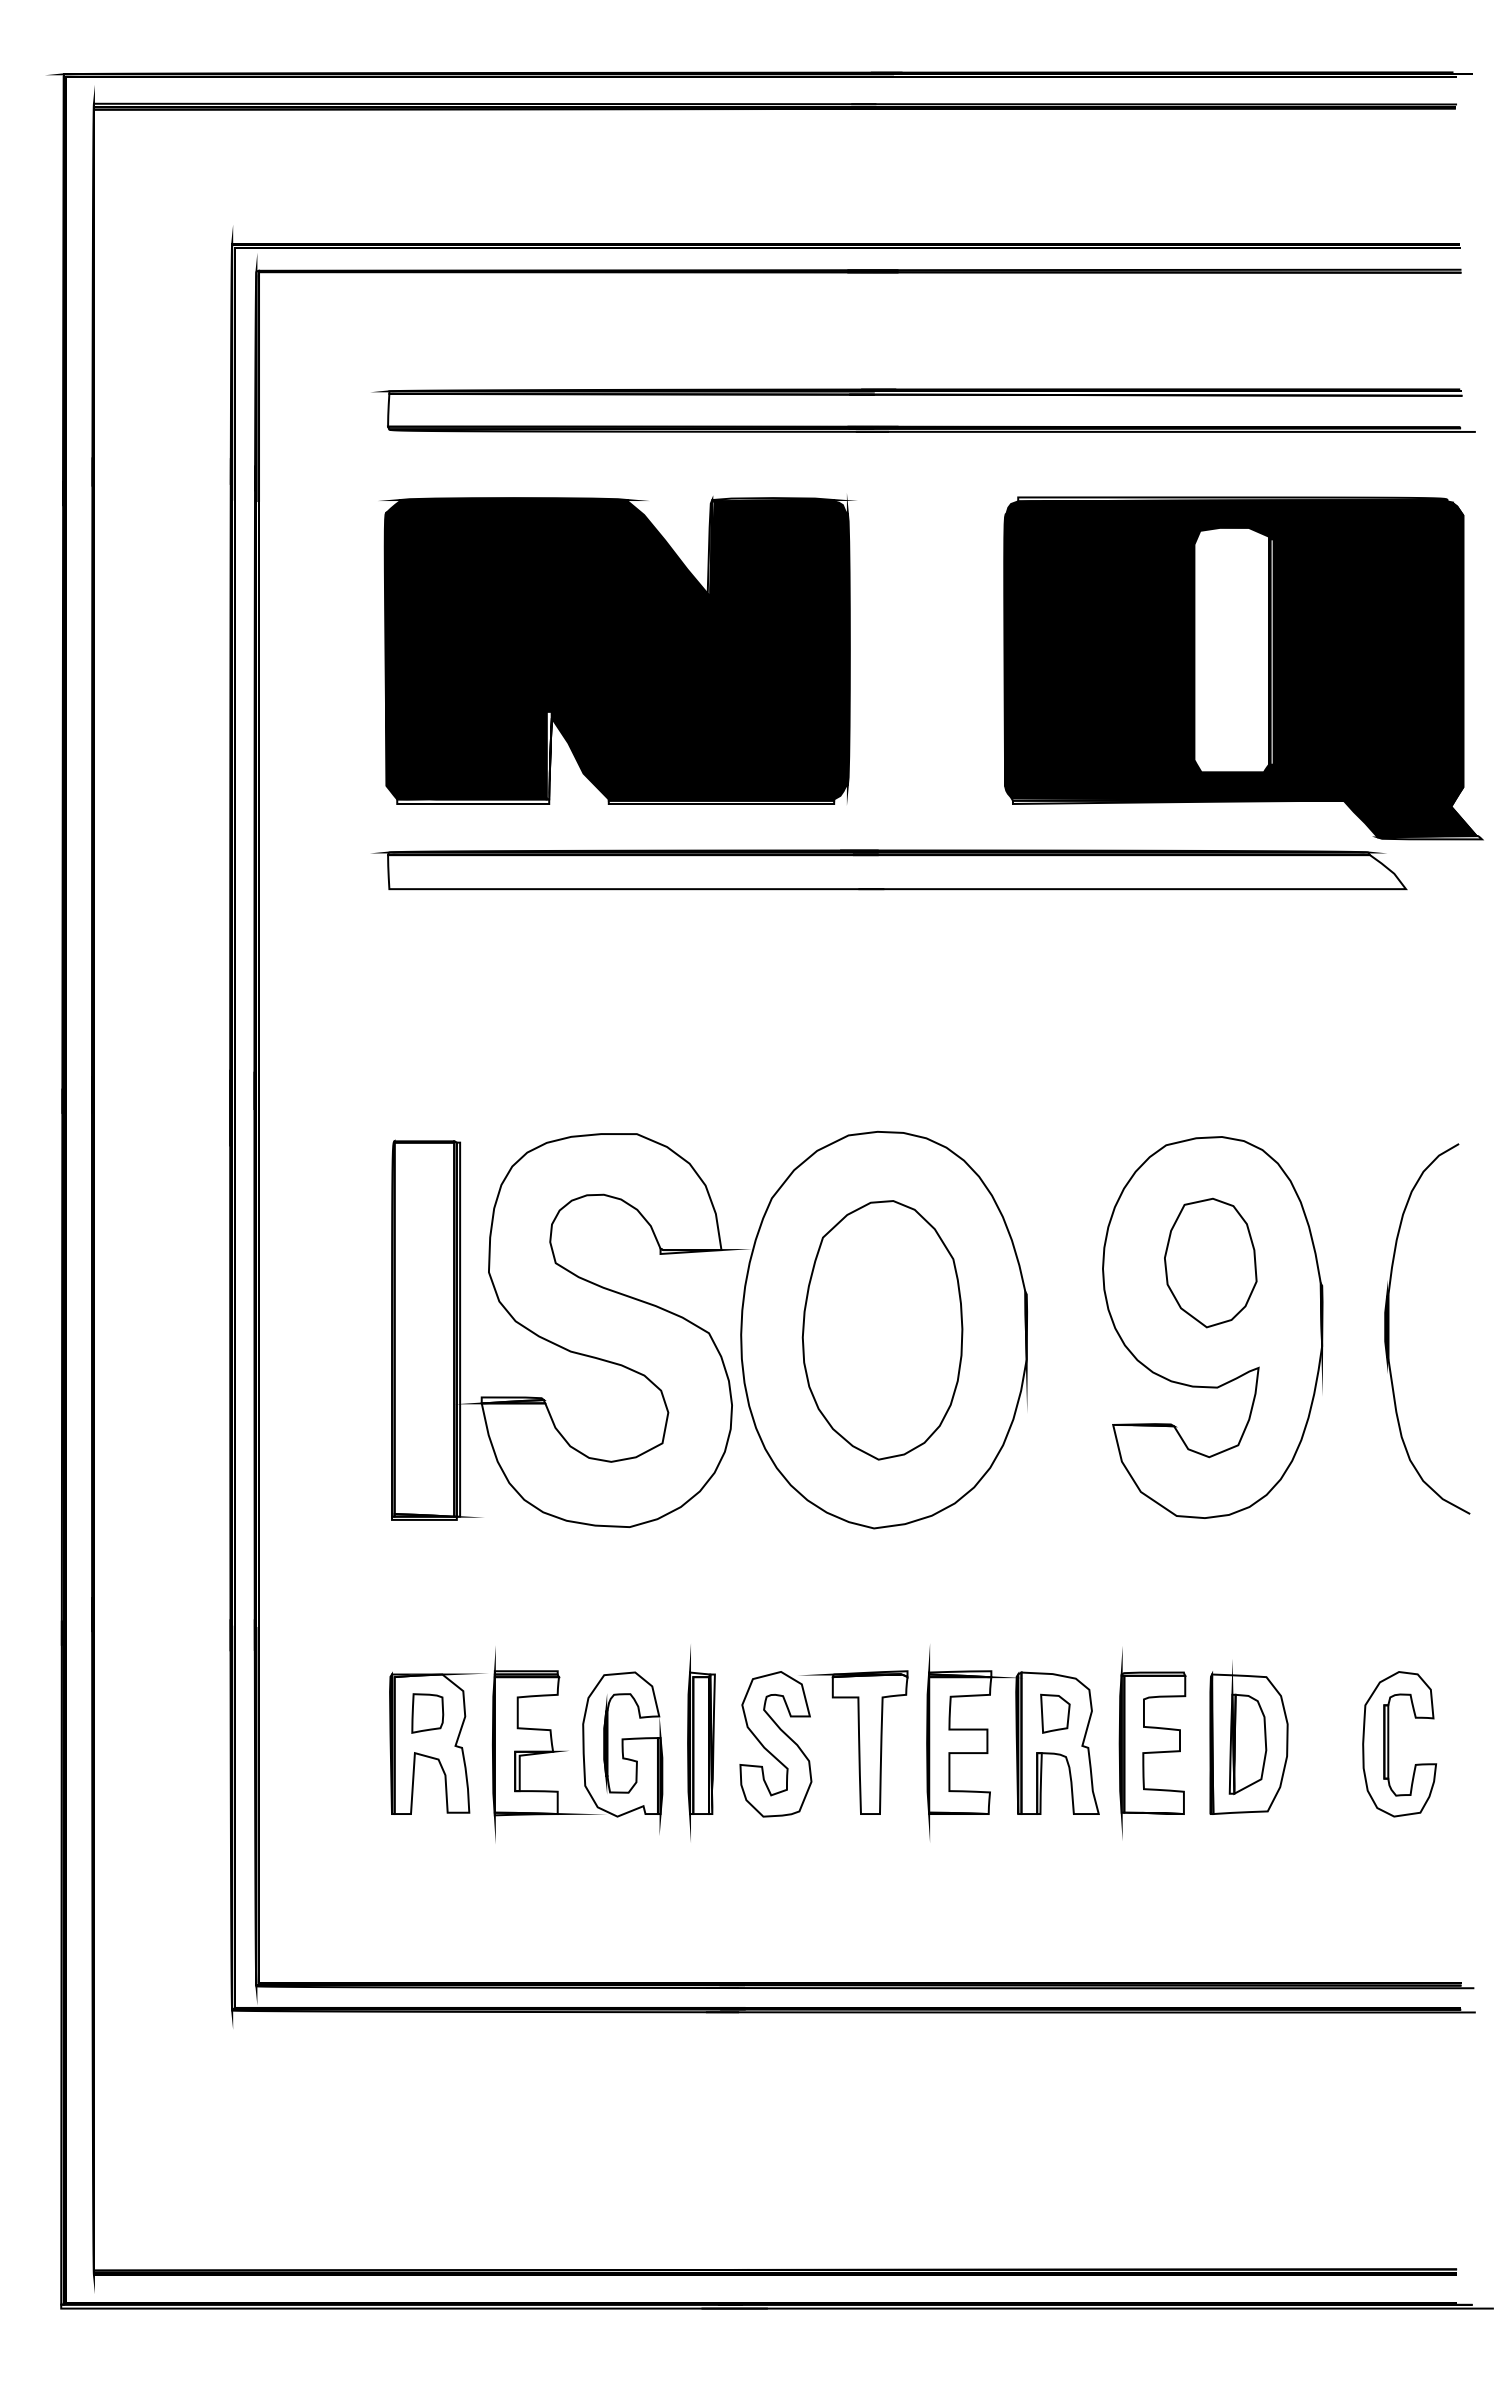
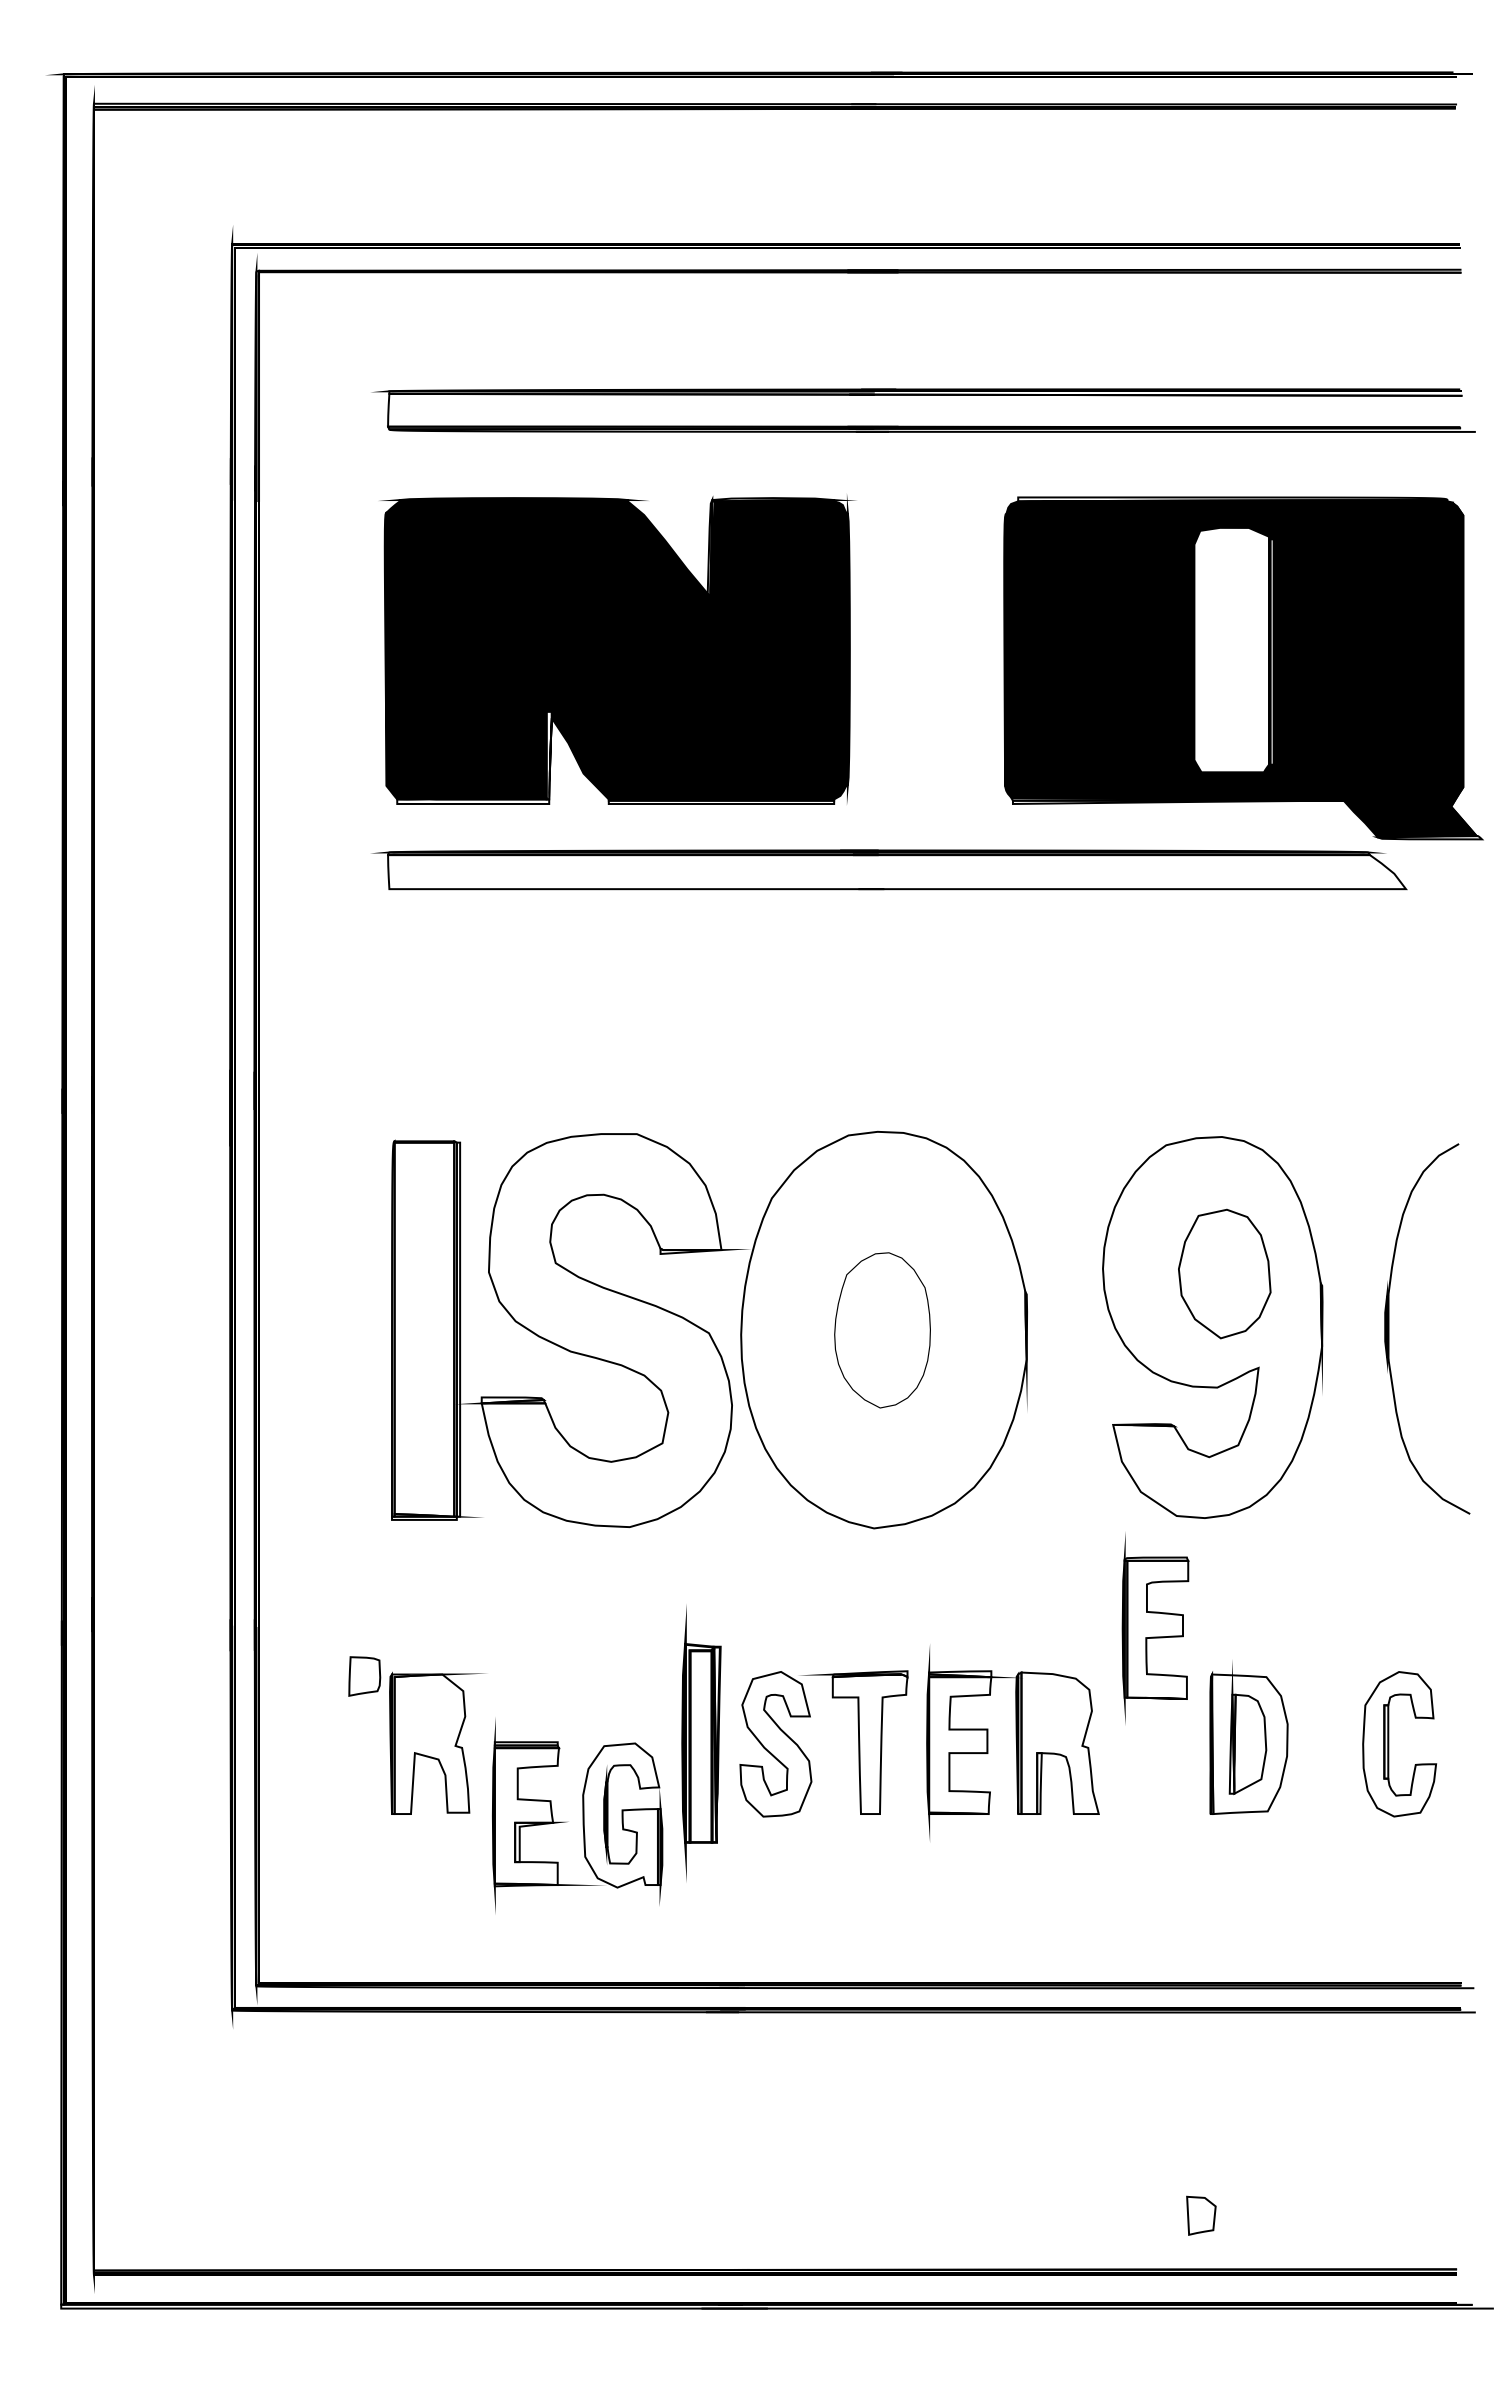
part at (1210, 1262) position: (1210, 1262) -> (1224, 1273)
part at (882, 1330) size: 163x261 px -> 97x157 px
part at (427, 1713) position: (427, 1713) -> (364, 1676)
part at (1055, 1713) position: (1055, 1713) -> (1201, 2215)
part at (701, 1742) size: 29x196 px -> 41x277 px
part at (1152, 1743) position: (1152, 1743) -> (1155, 1628)
part at (577, 1744) position: (577, 1744) -> (577, 1815)
